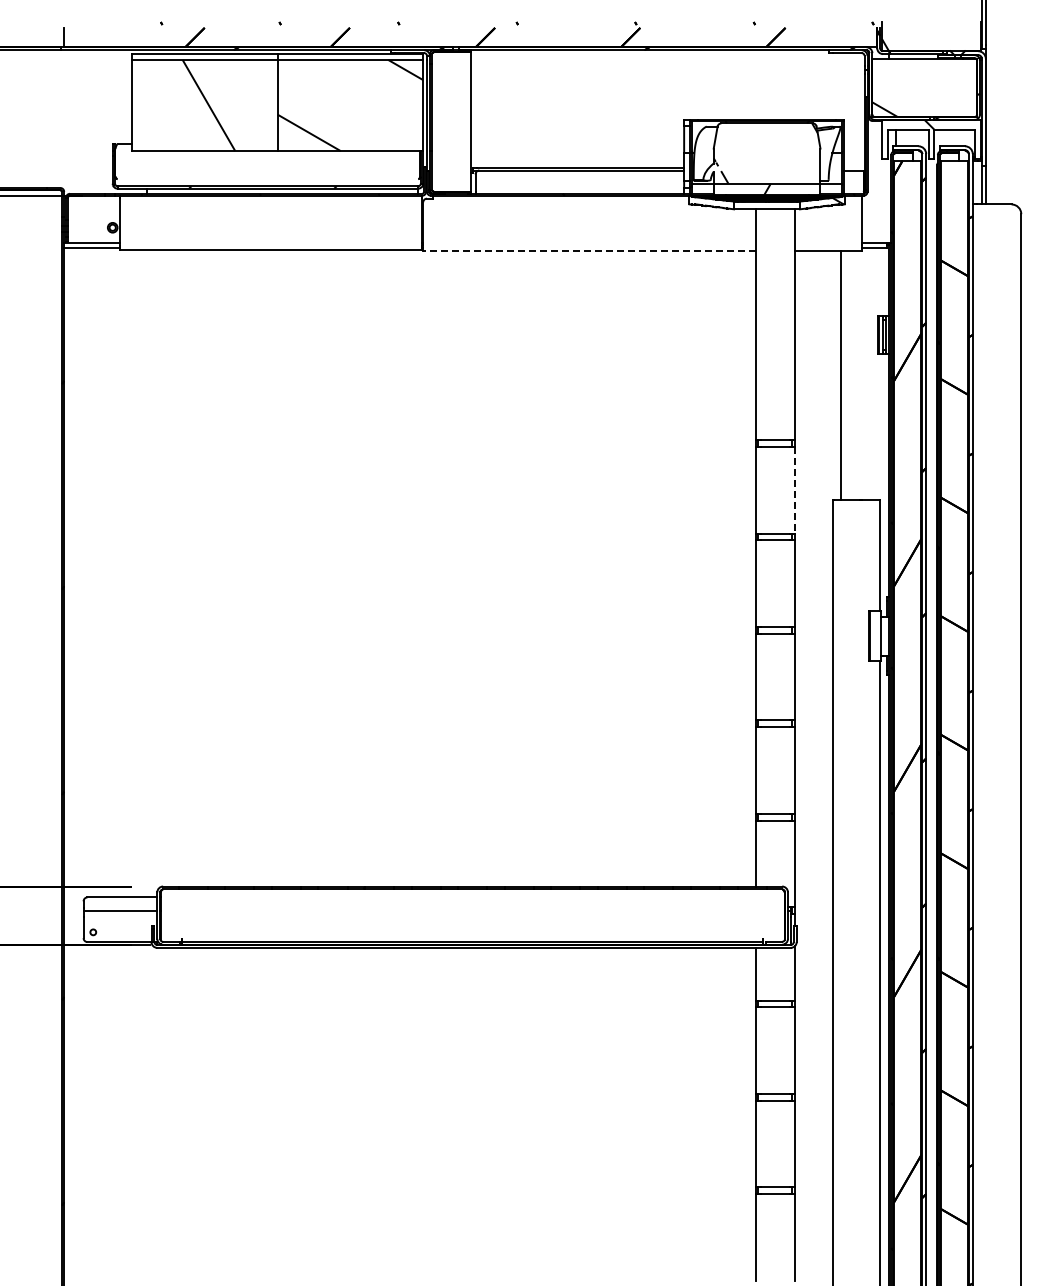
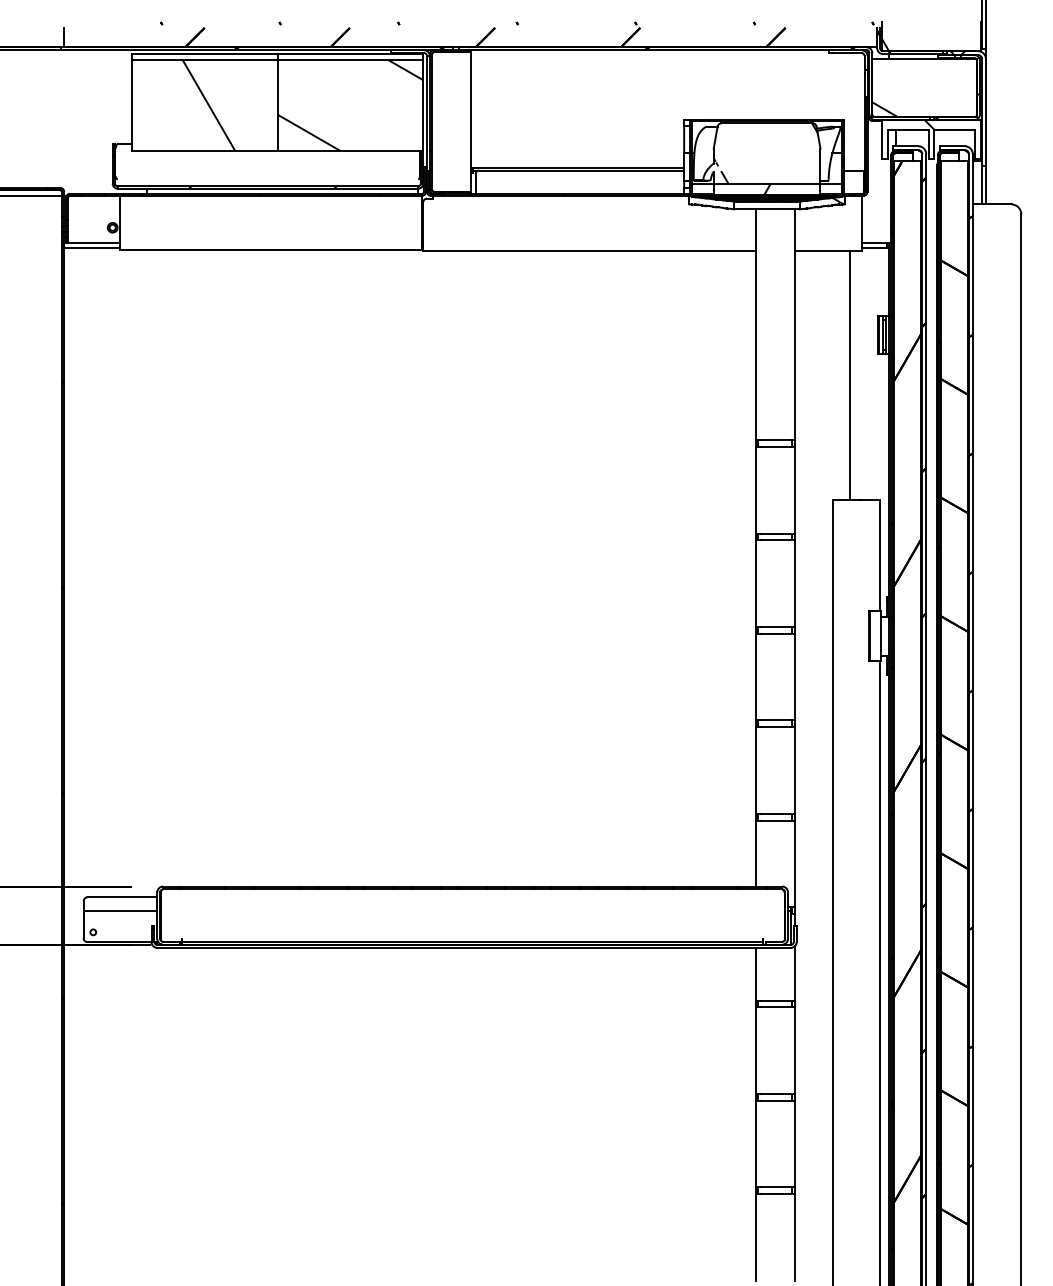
line at (589, 251): dashed -> solid
line at (841, 375) position: (841, 375) -> (850, 375)
line at (794, 490): dashed -> solid
